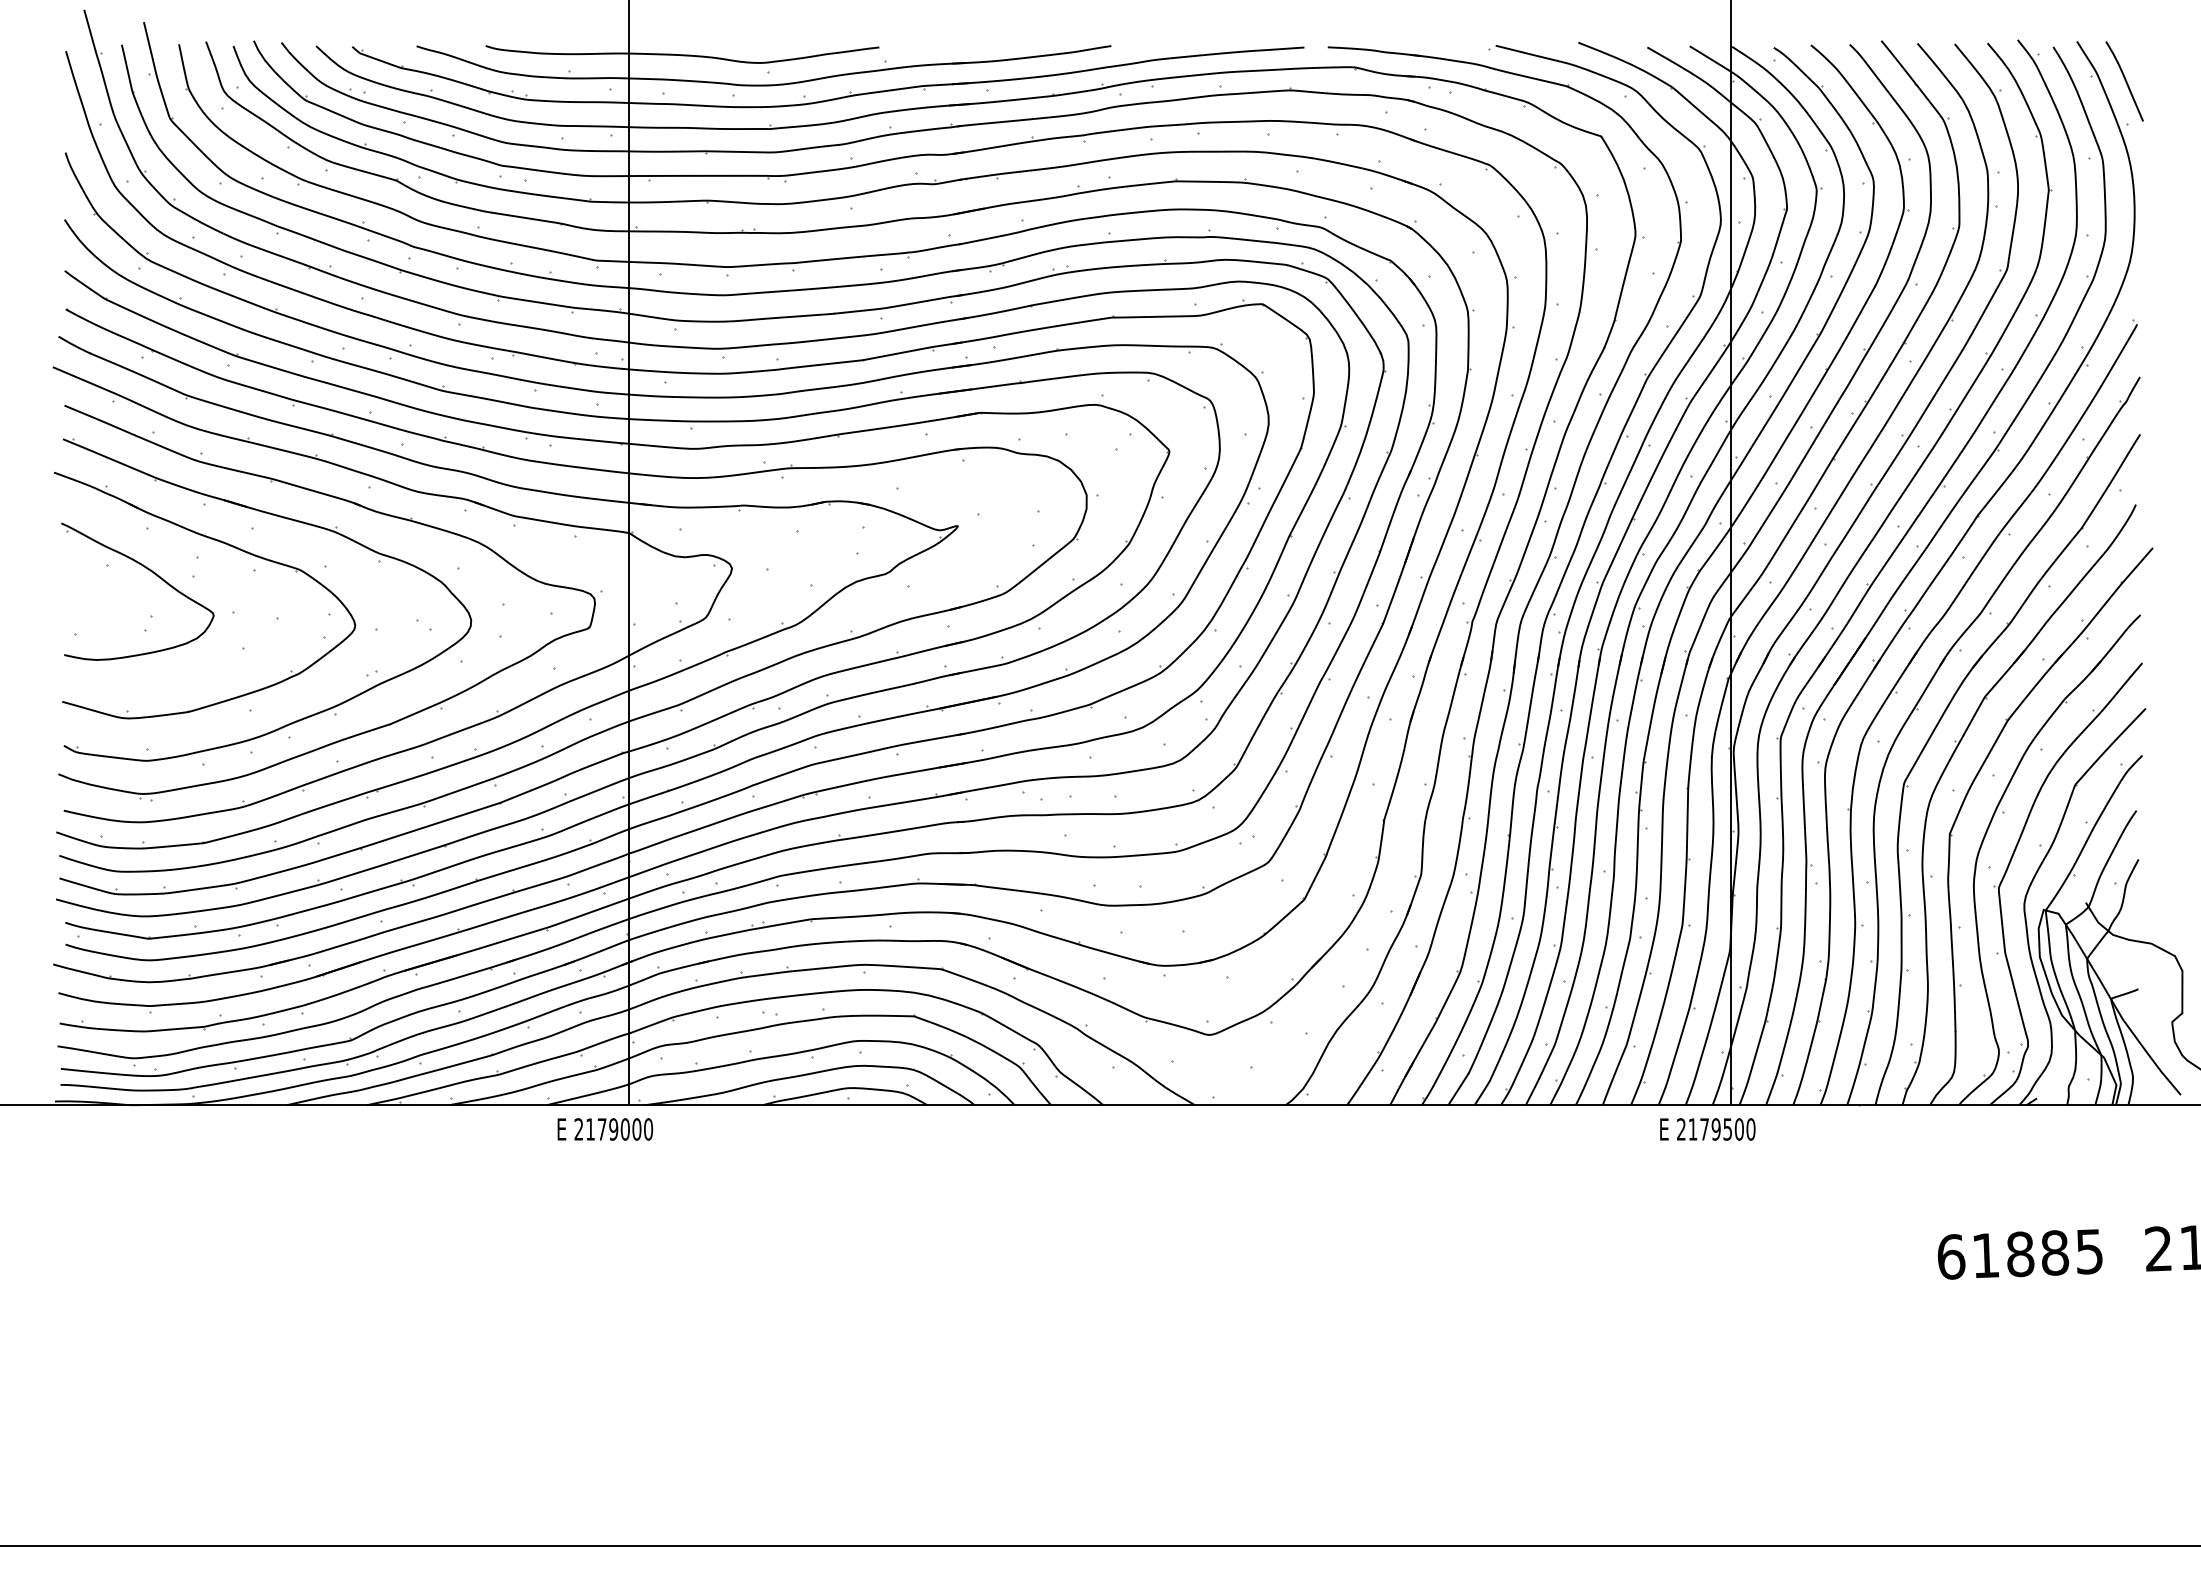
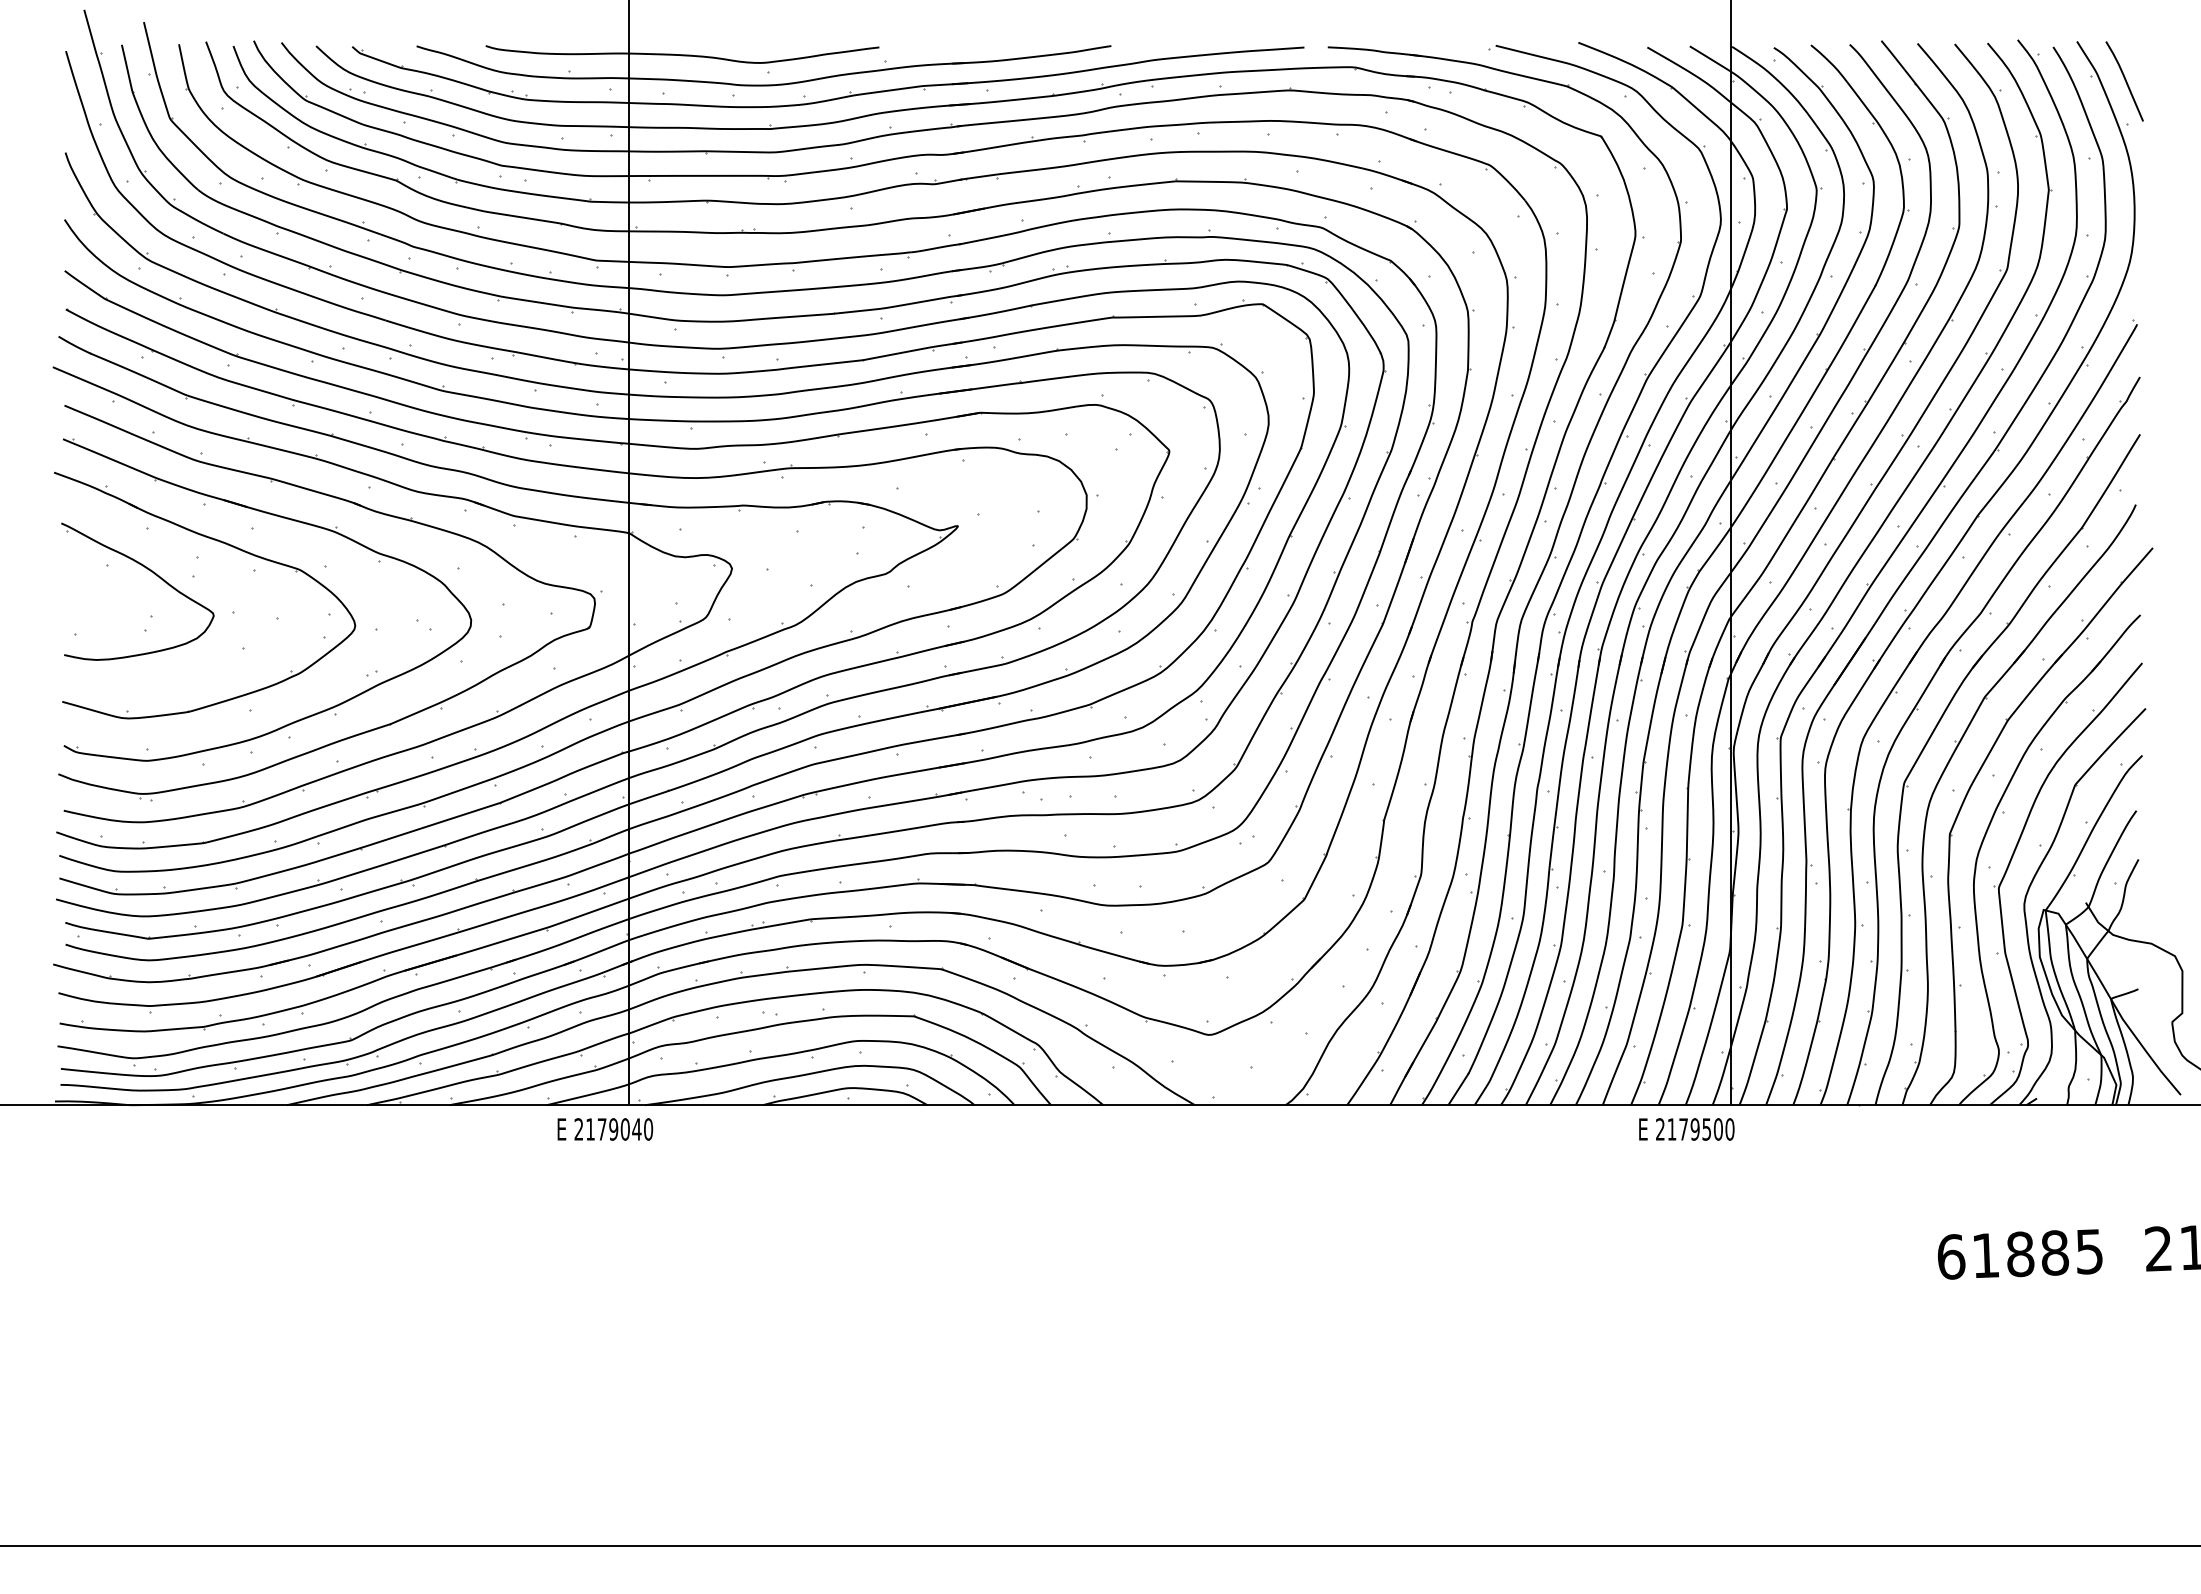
text at (636, 1129): 2179000 -> 2179040
text at (1707, 1129) position: (1707, 1129) -> (1686, 1129)
